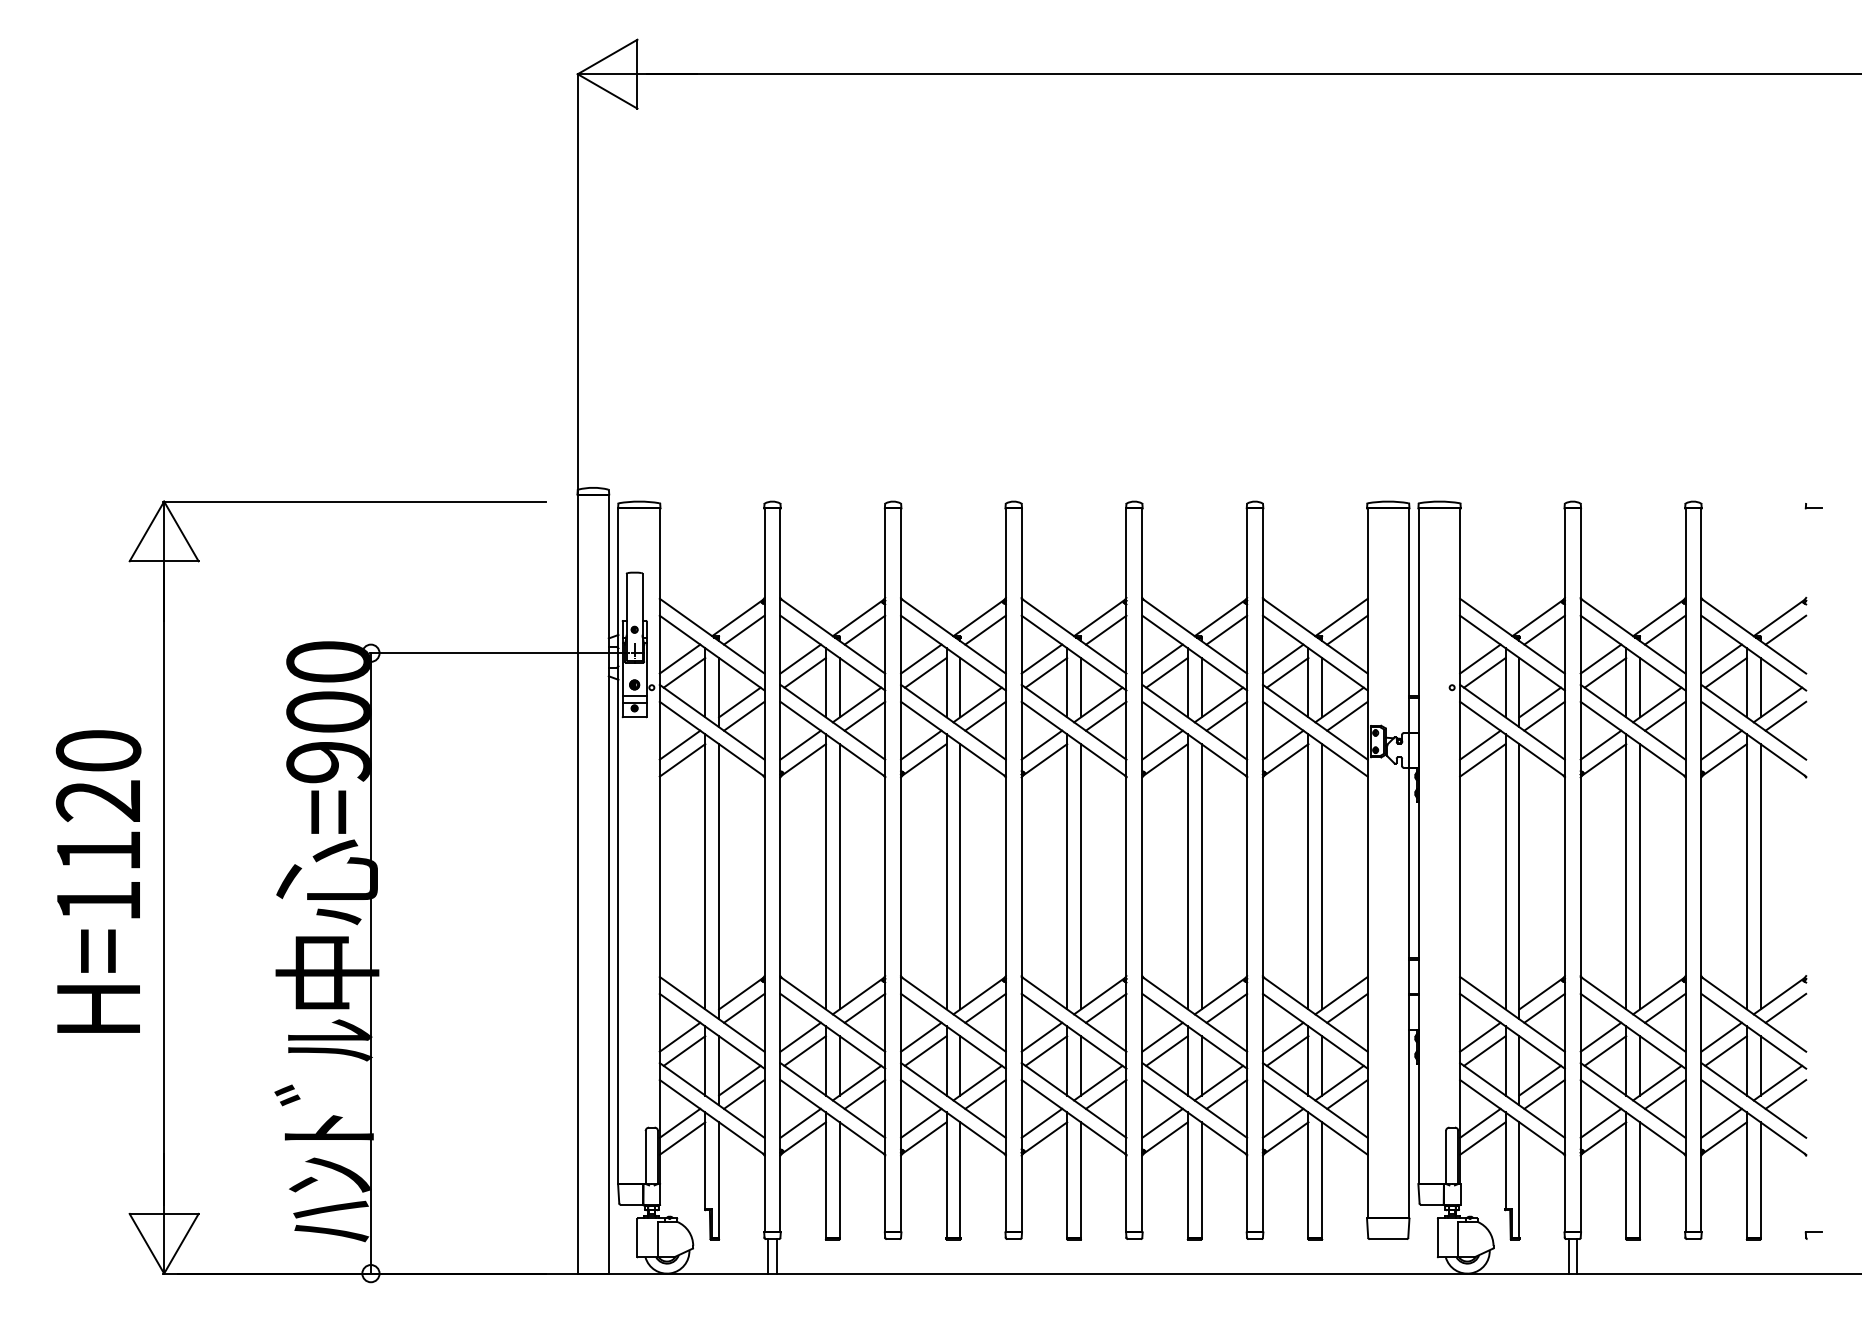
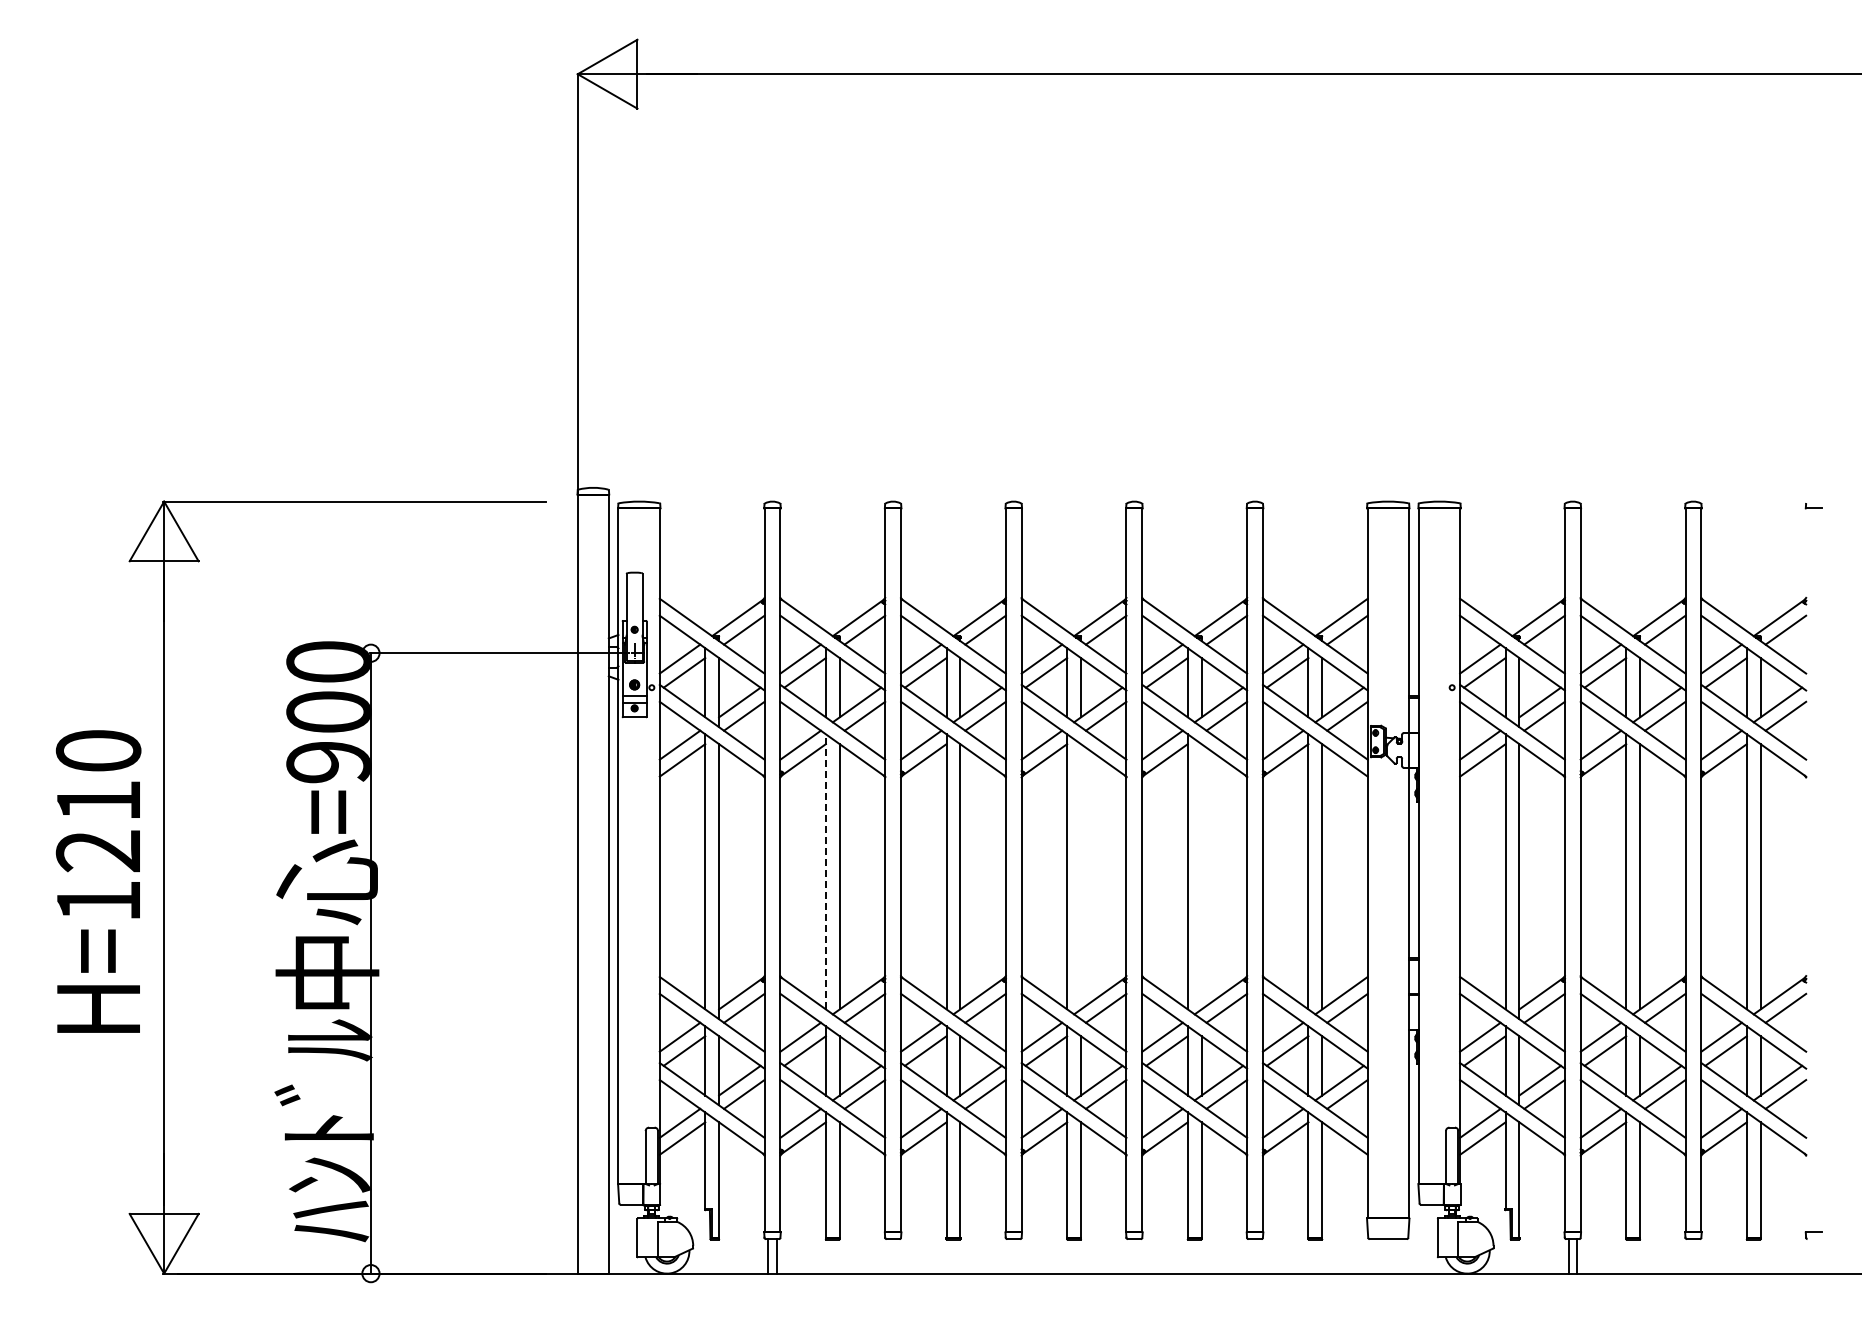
text at (97, 826): H=1120 -> H=1210
line at (825, 871): solid -> dashed
line at (1080, 876): present -> none
line at (1201, 876): present -> none
